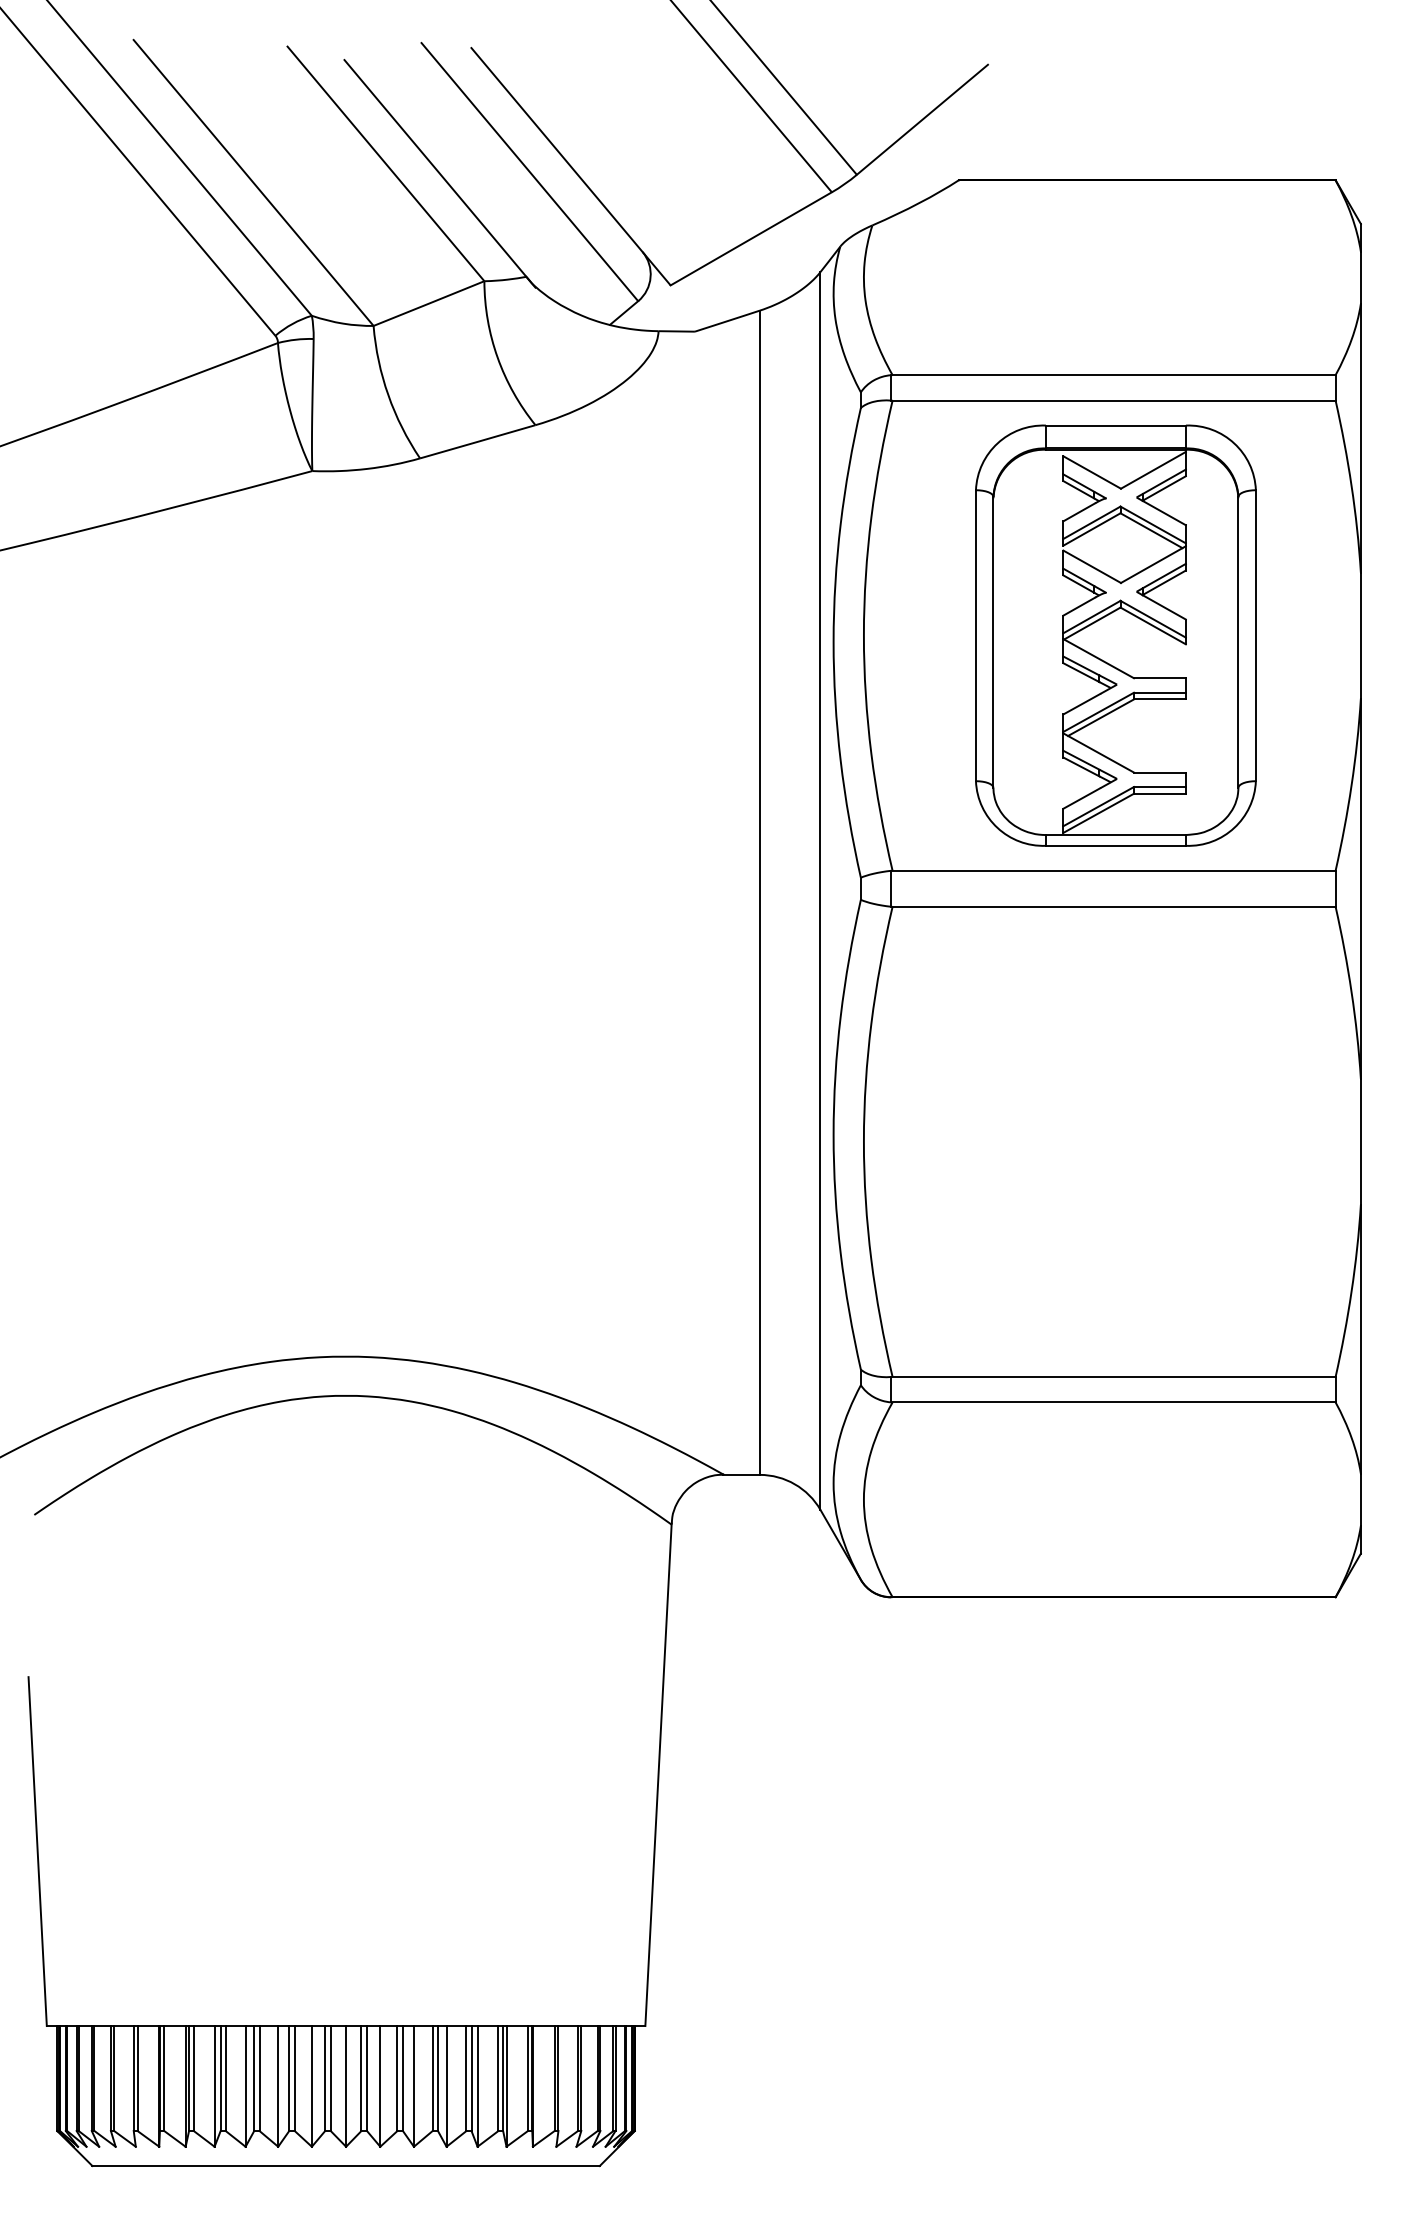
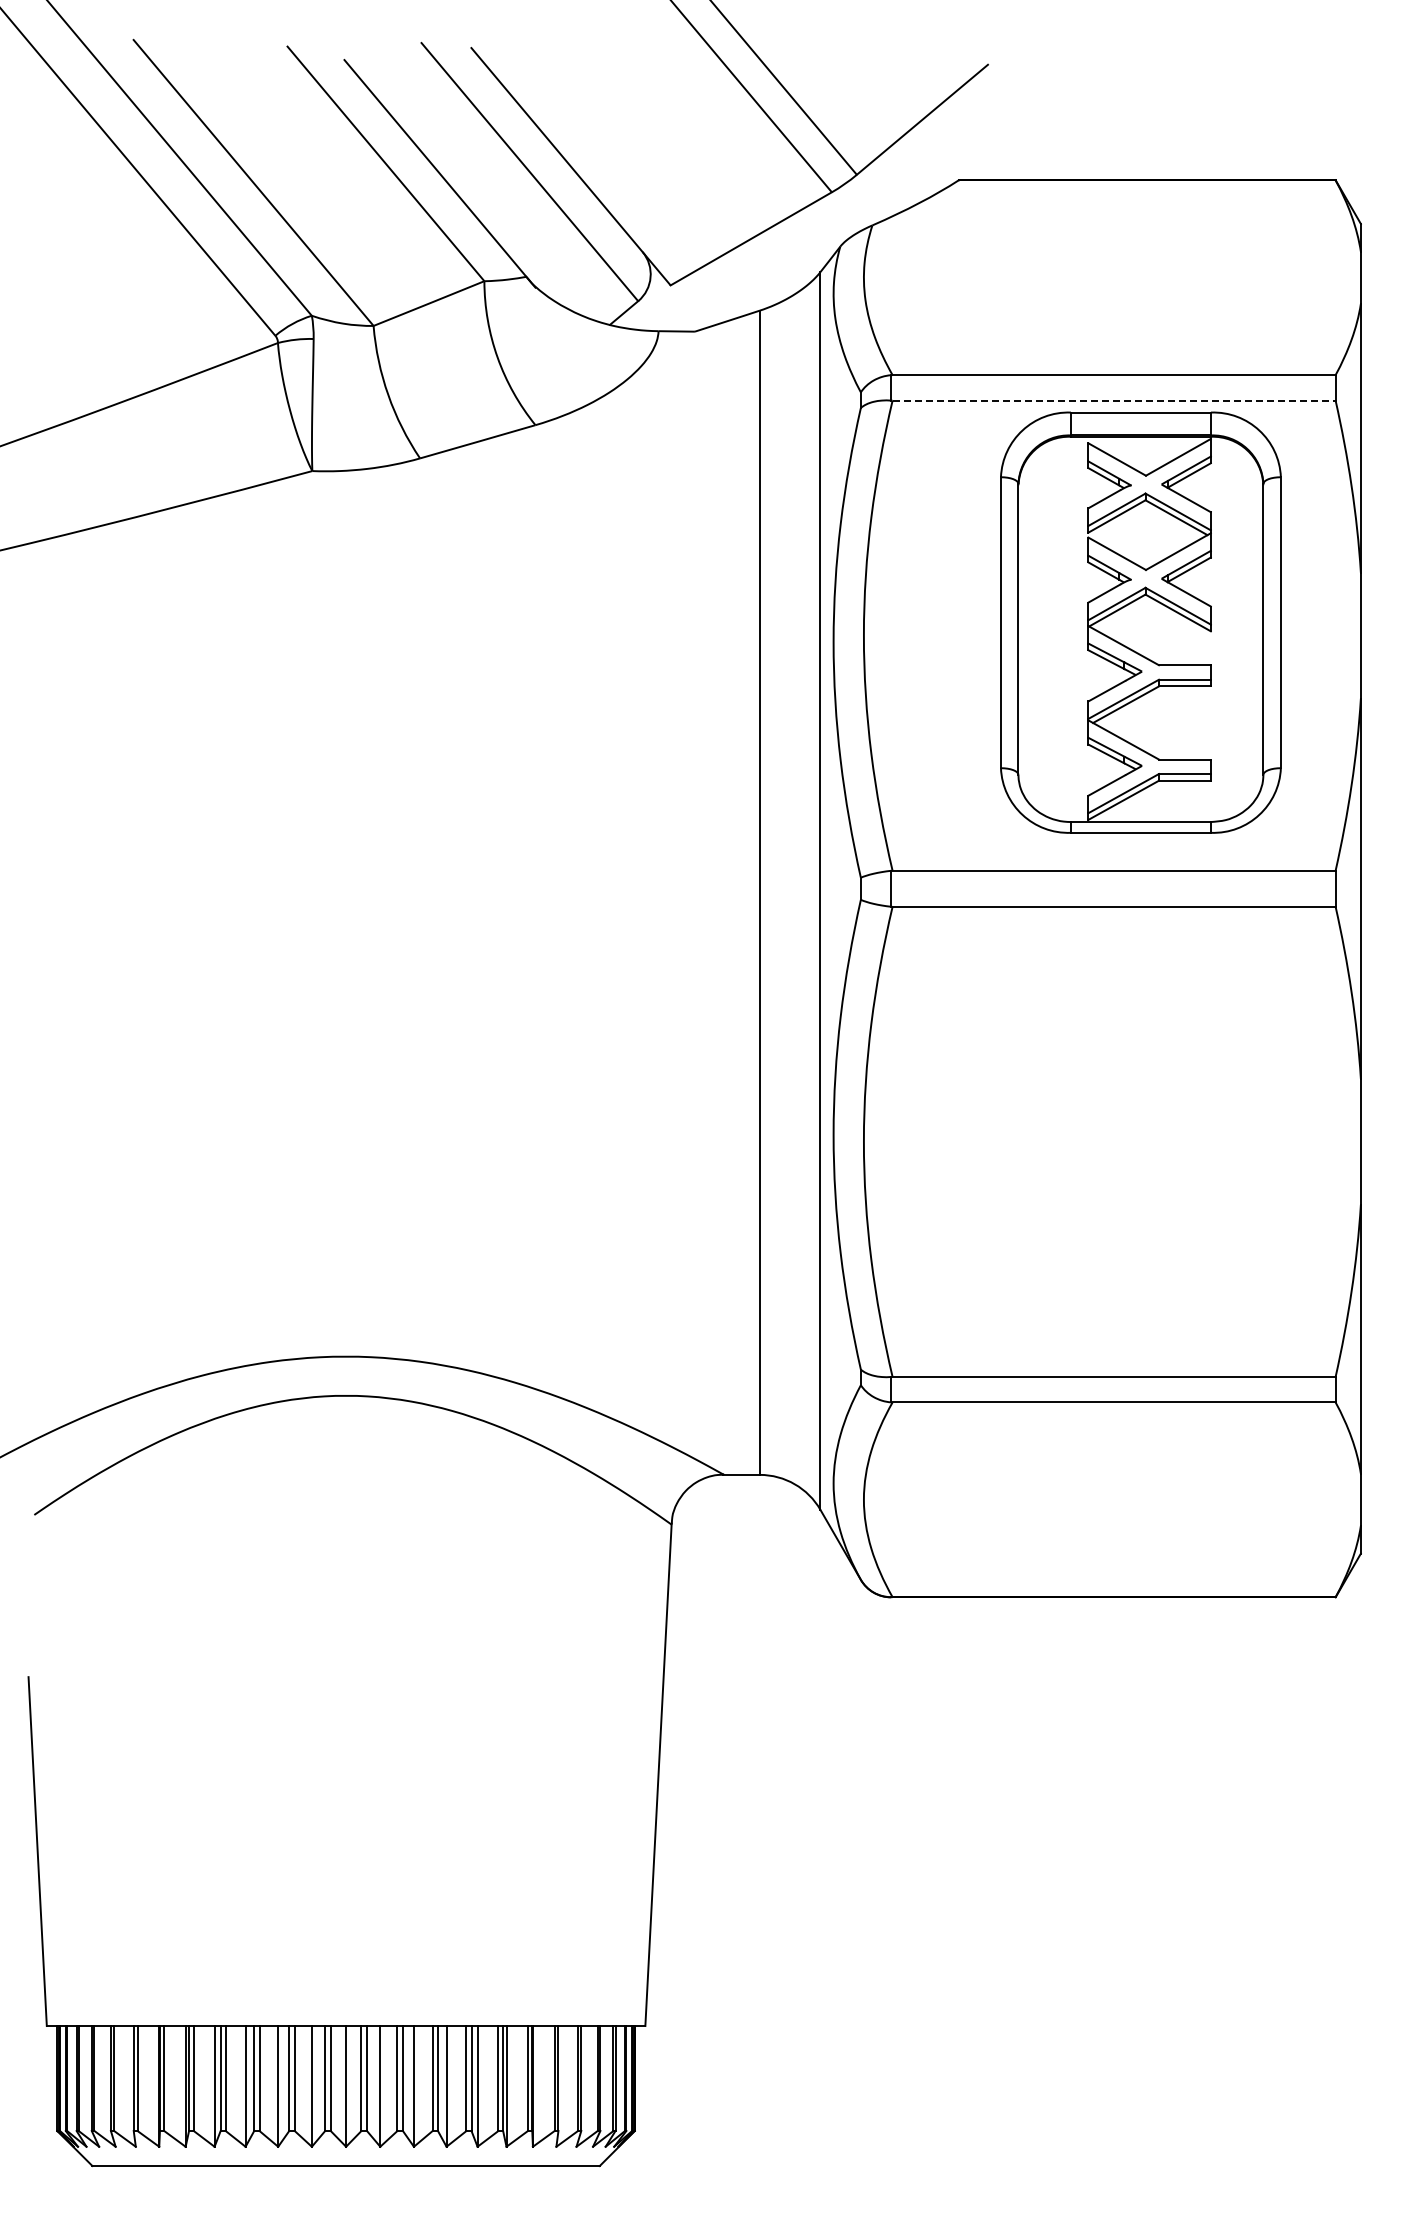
line at (1114, 400): solid -> dashed
part at (1115, 635) position: (1115, 635) -> (1140, 622)
